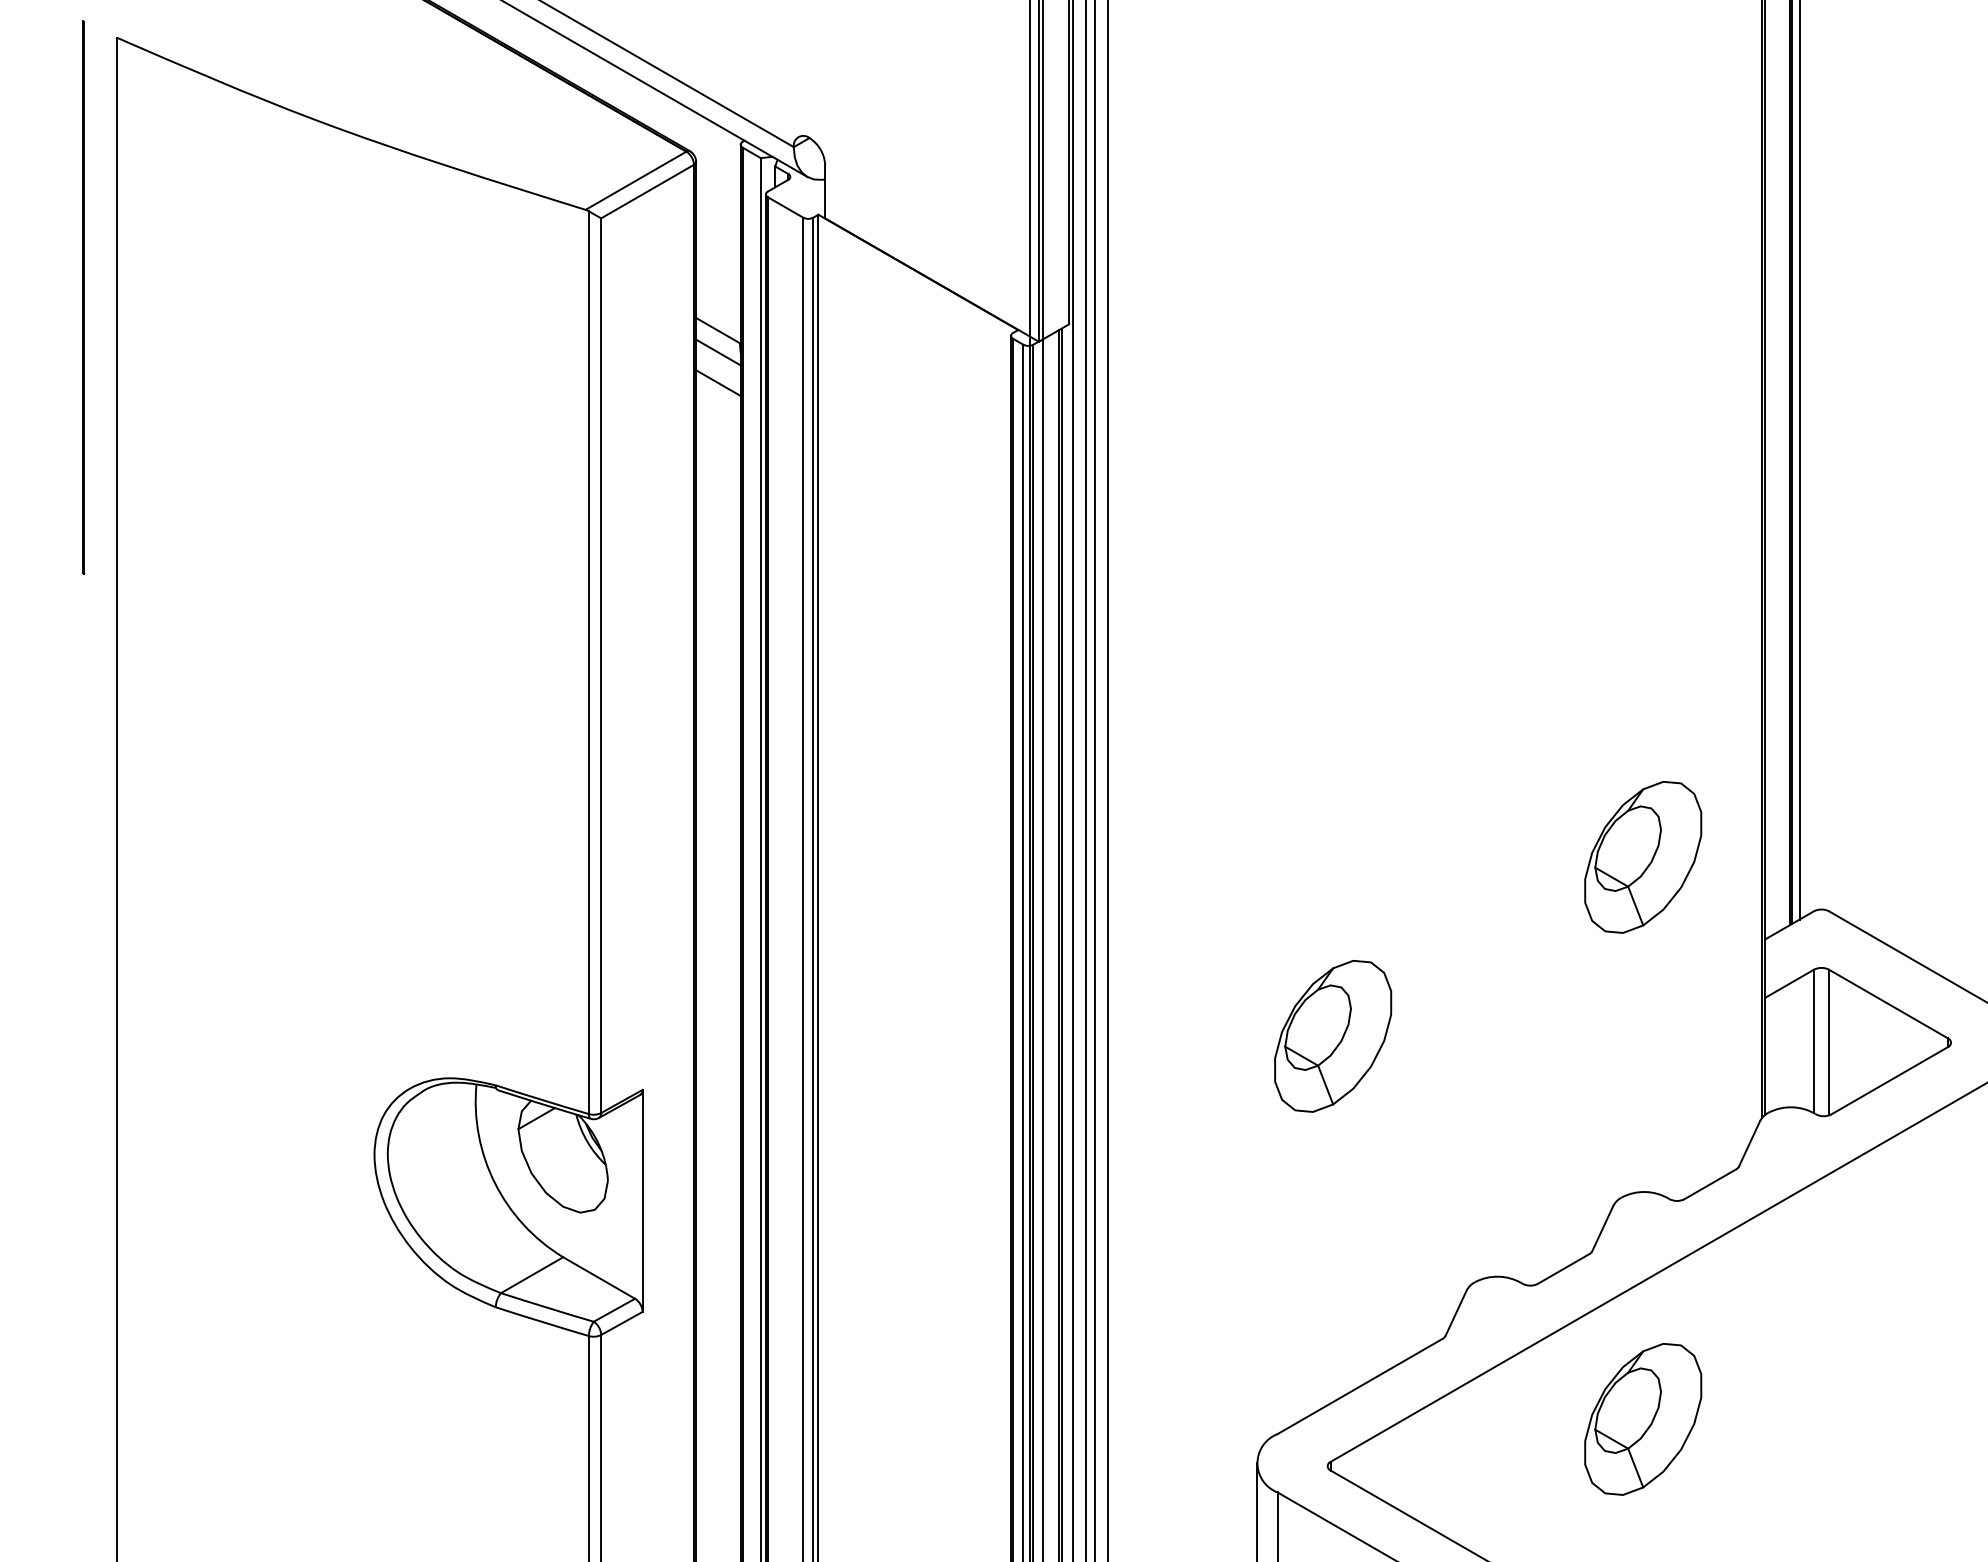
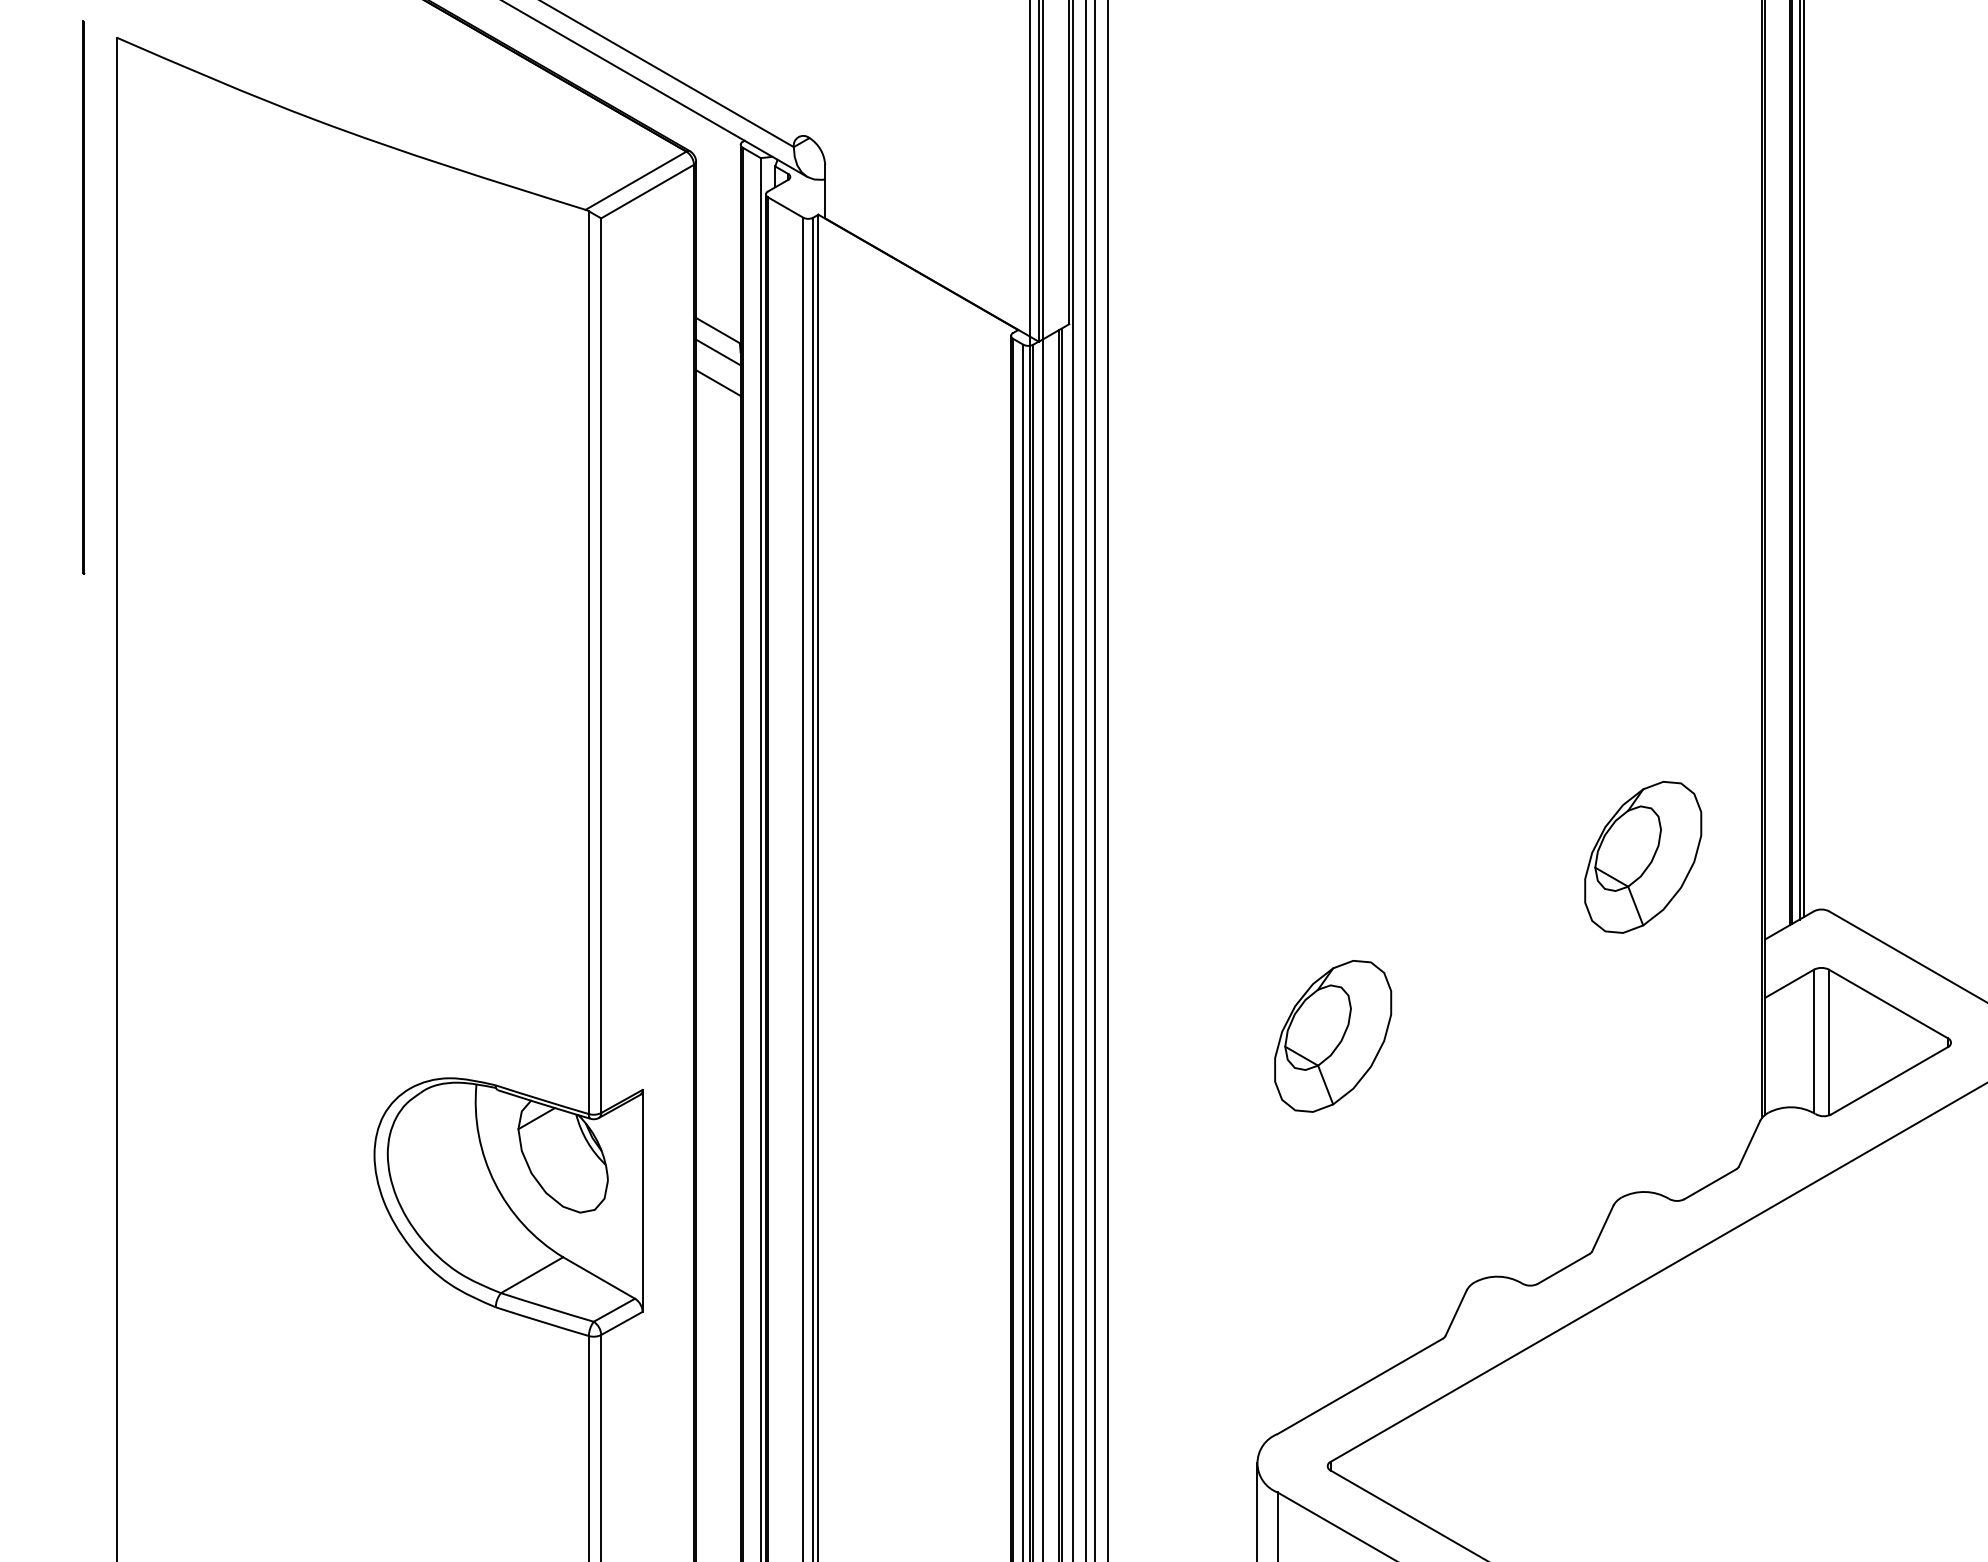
line at (1803, 459): none -> present
part at (1643, 1419): present -> none
